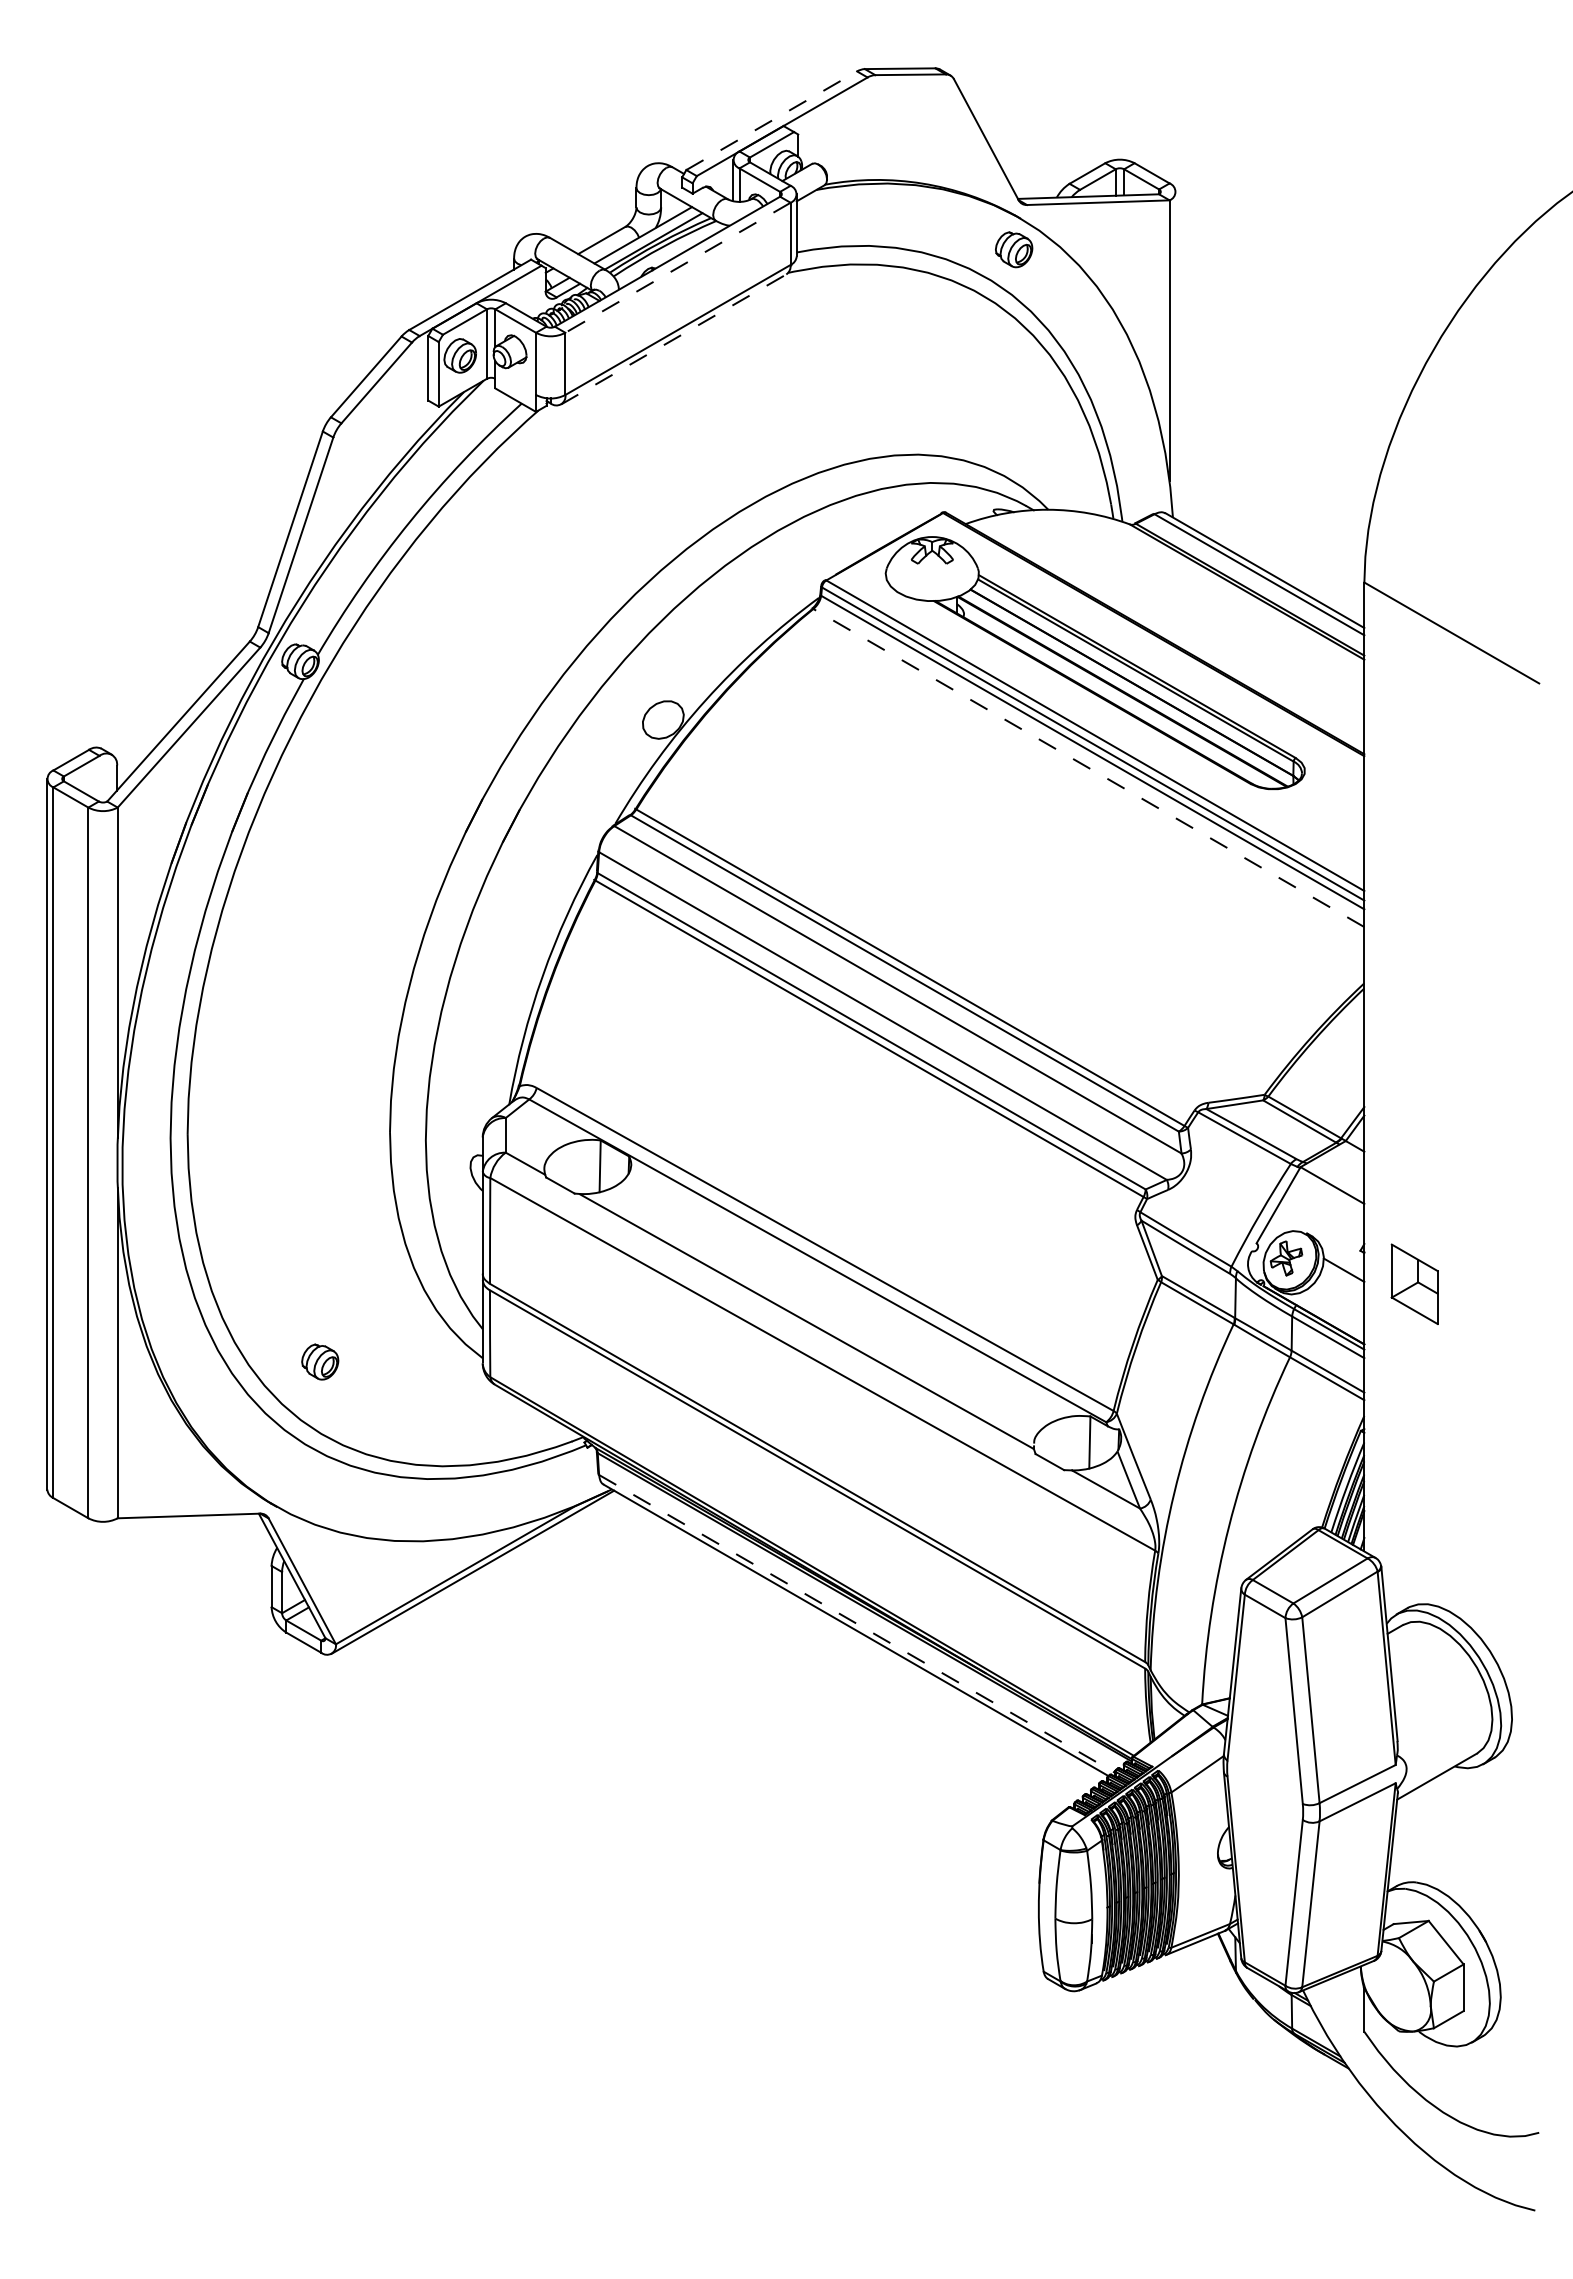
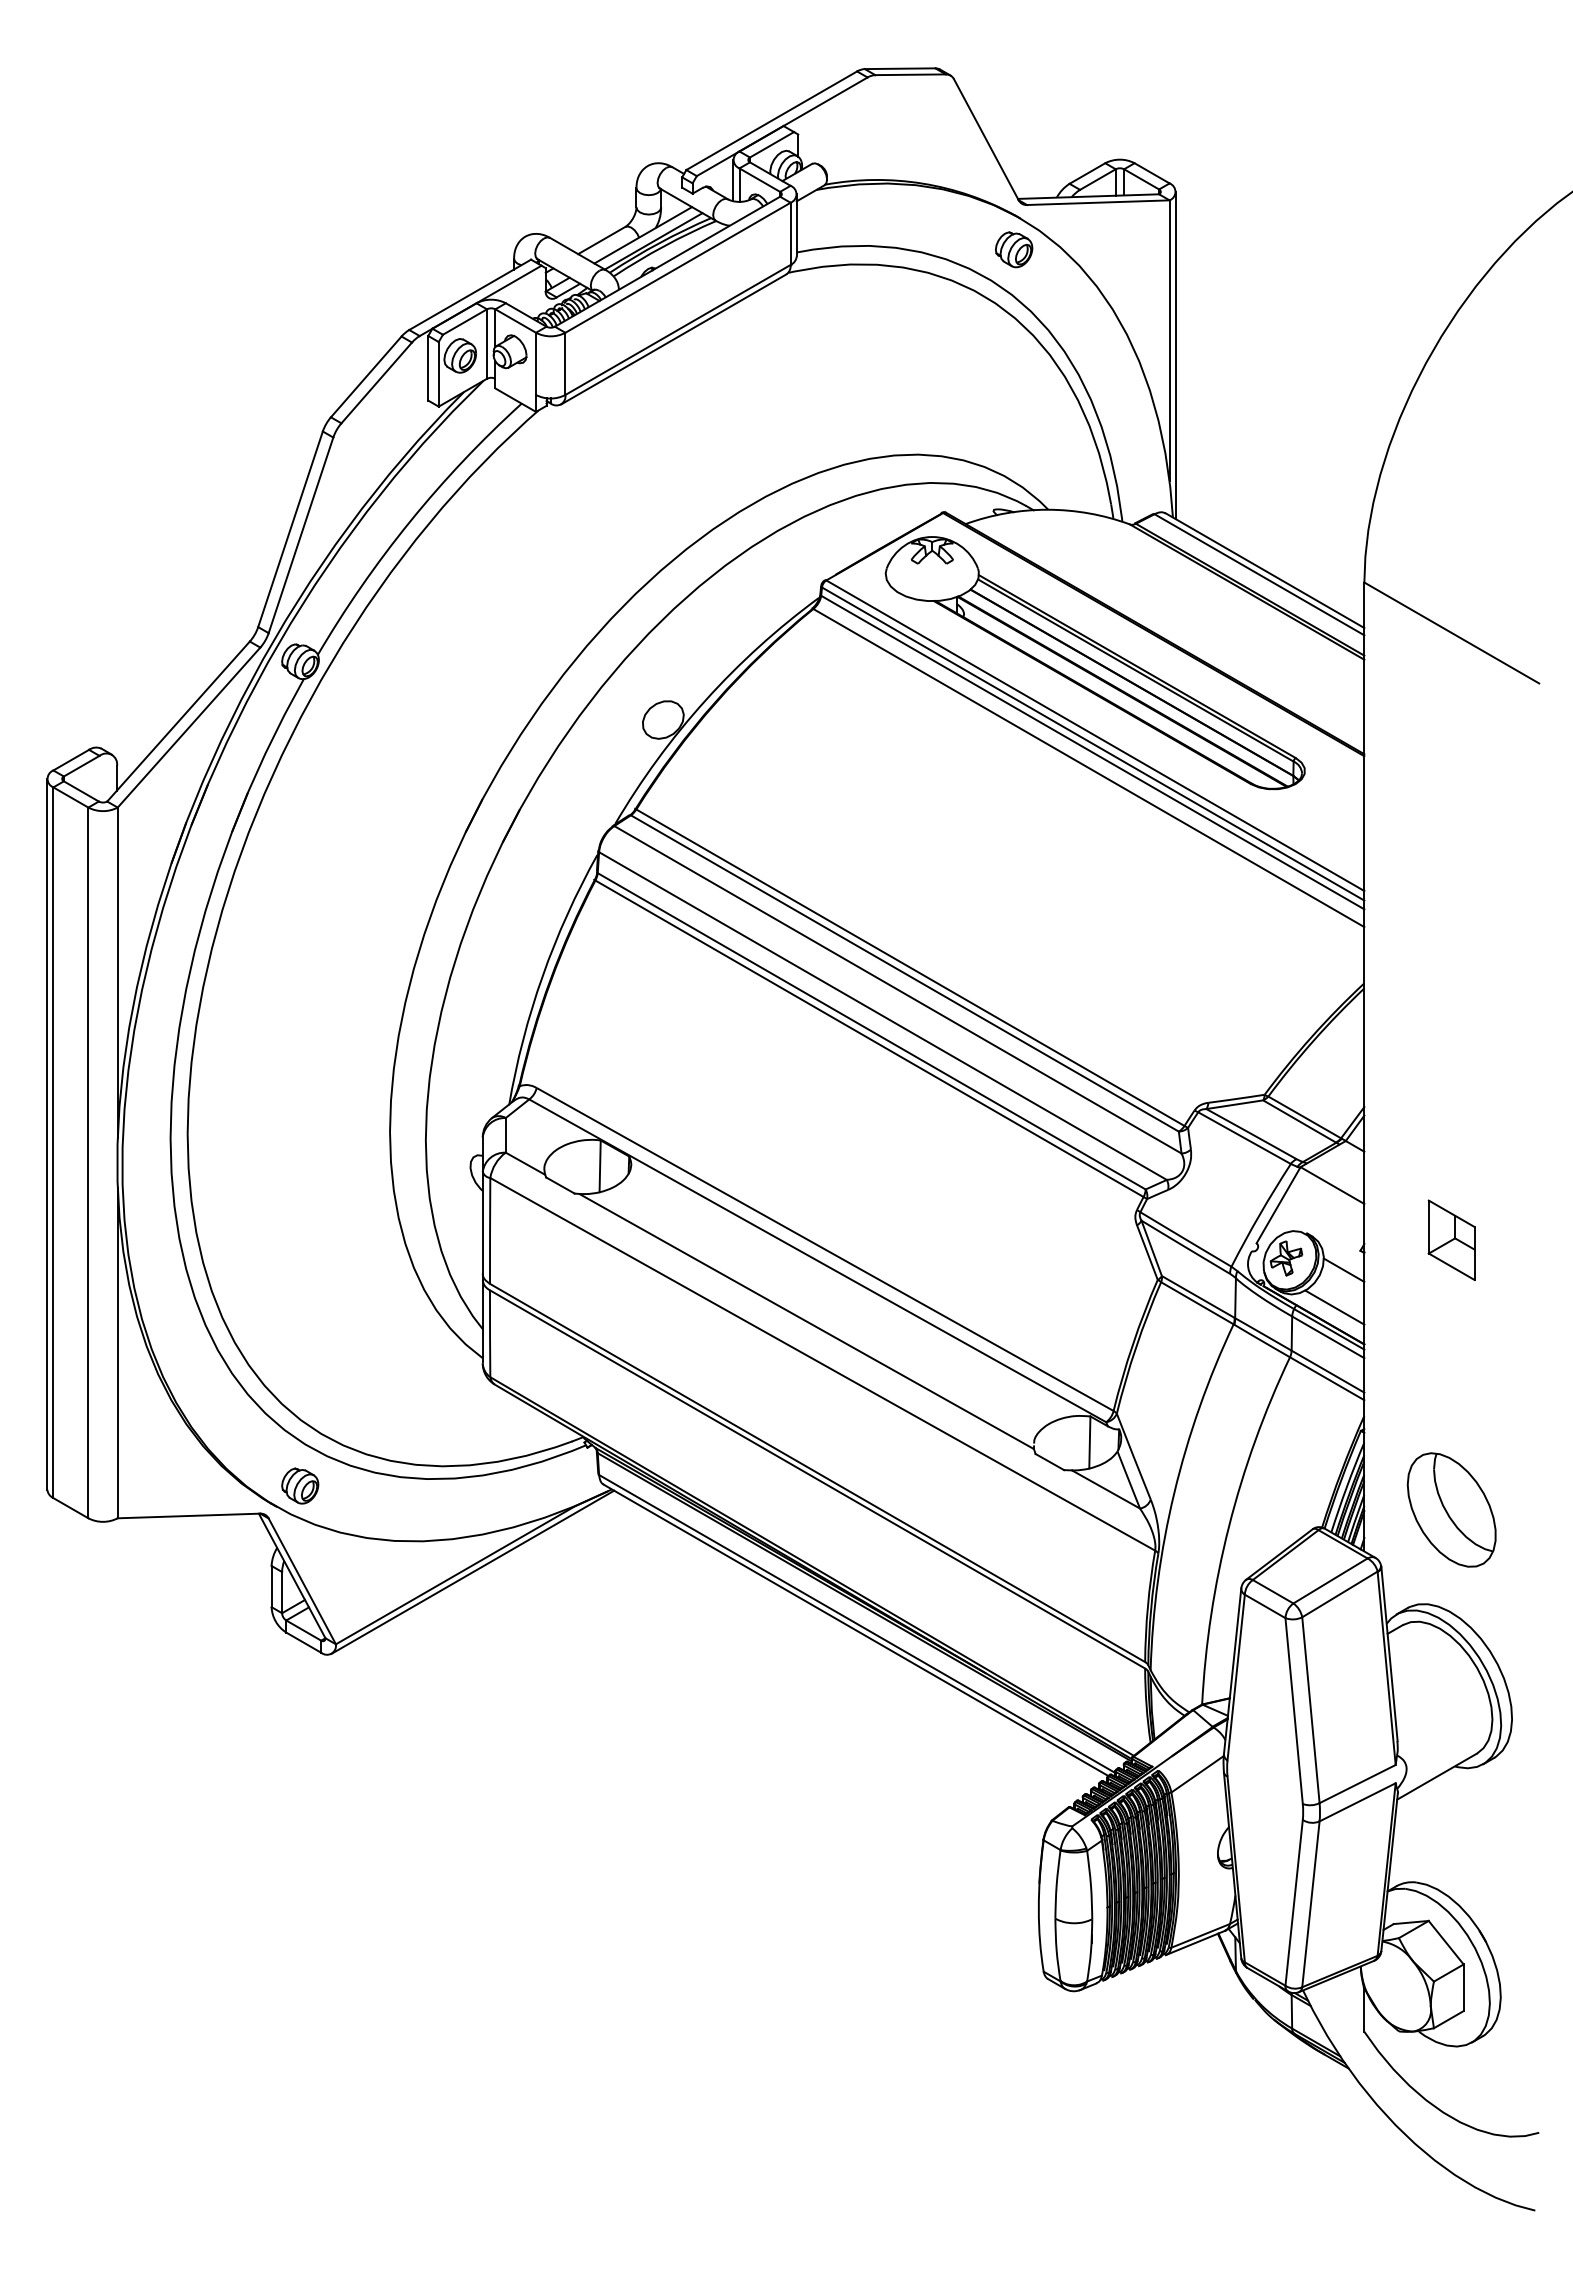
line at (771, 120): dashed -> solid
line at (677, 268): dashed -> solid
line at (674, 339): dashed -> solid
line at (1175, 355): none -> present
line at (1088, 767): dashed -> solid
part at (1414, 1283) position: (1414, 1283) -> (1451, 1239)
line at (1334, 1307): none -> present
part at (320, 1361) position: (320, 1361) -> (300, 1485)
part at (1451, 1509): none -> present
line at (857, 1624): dashed -> solid
